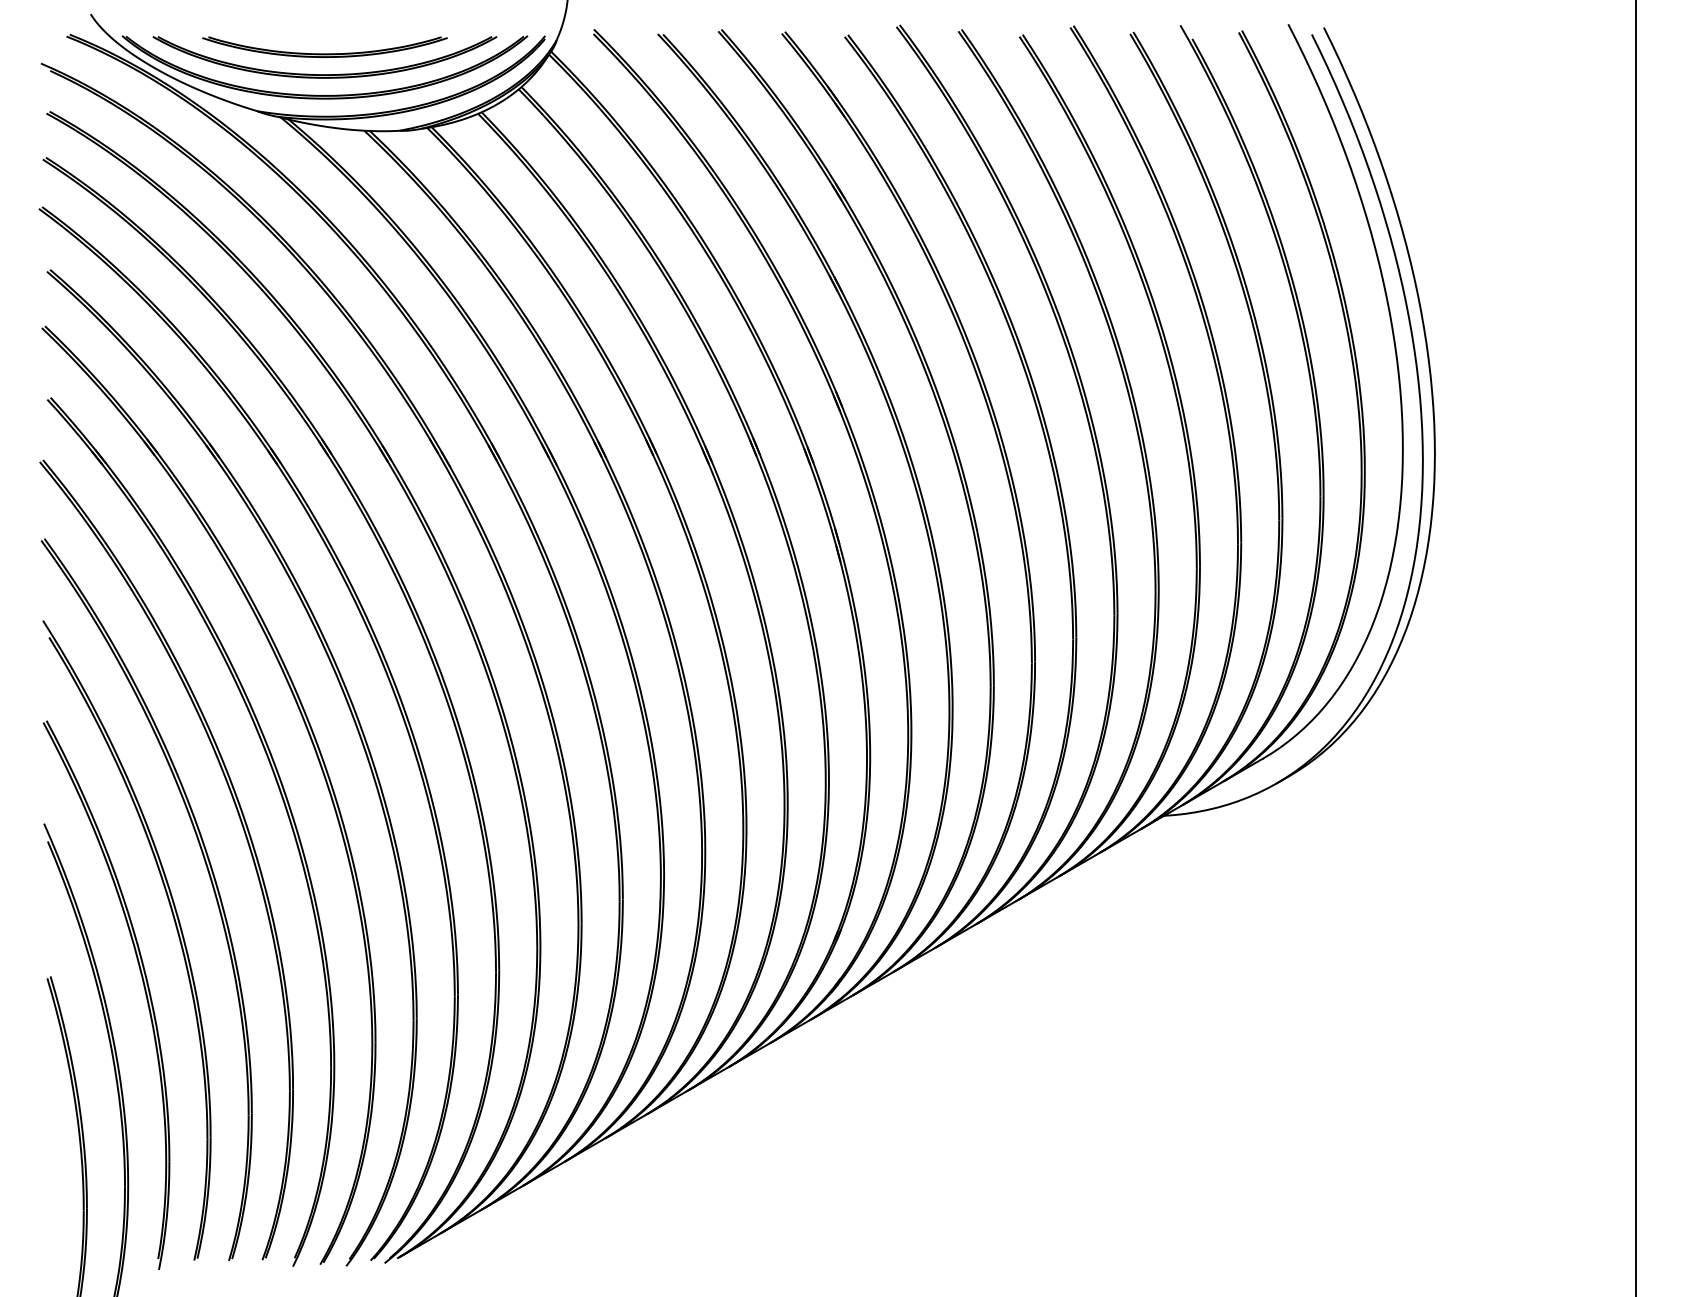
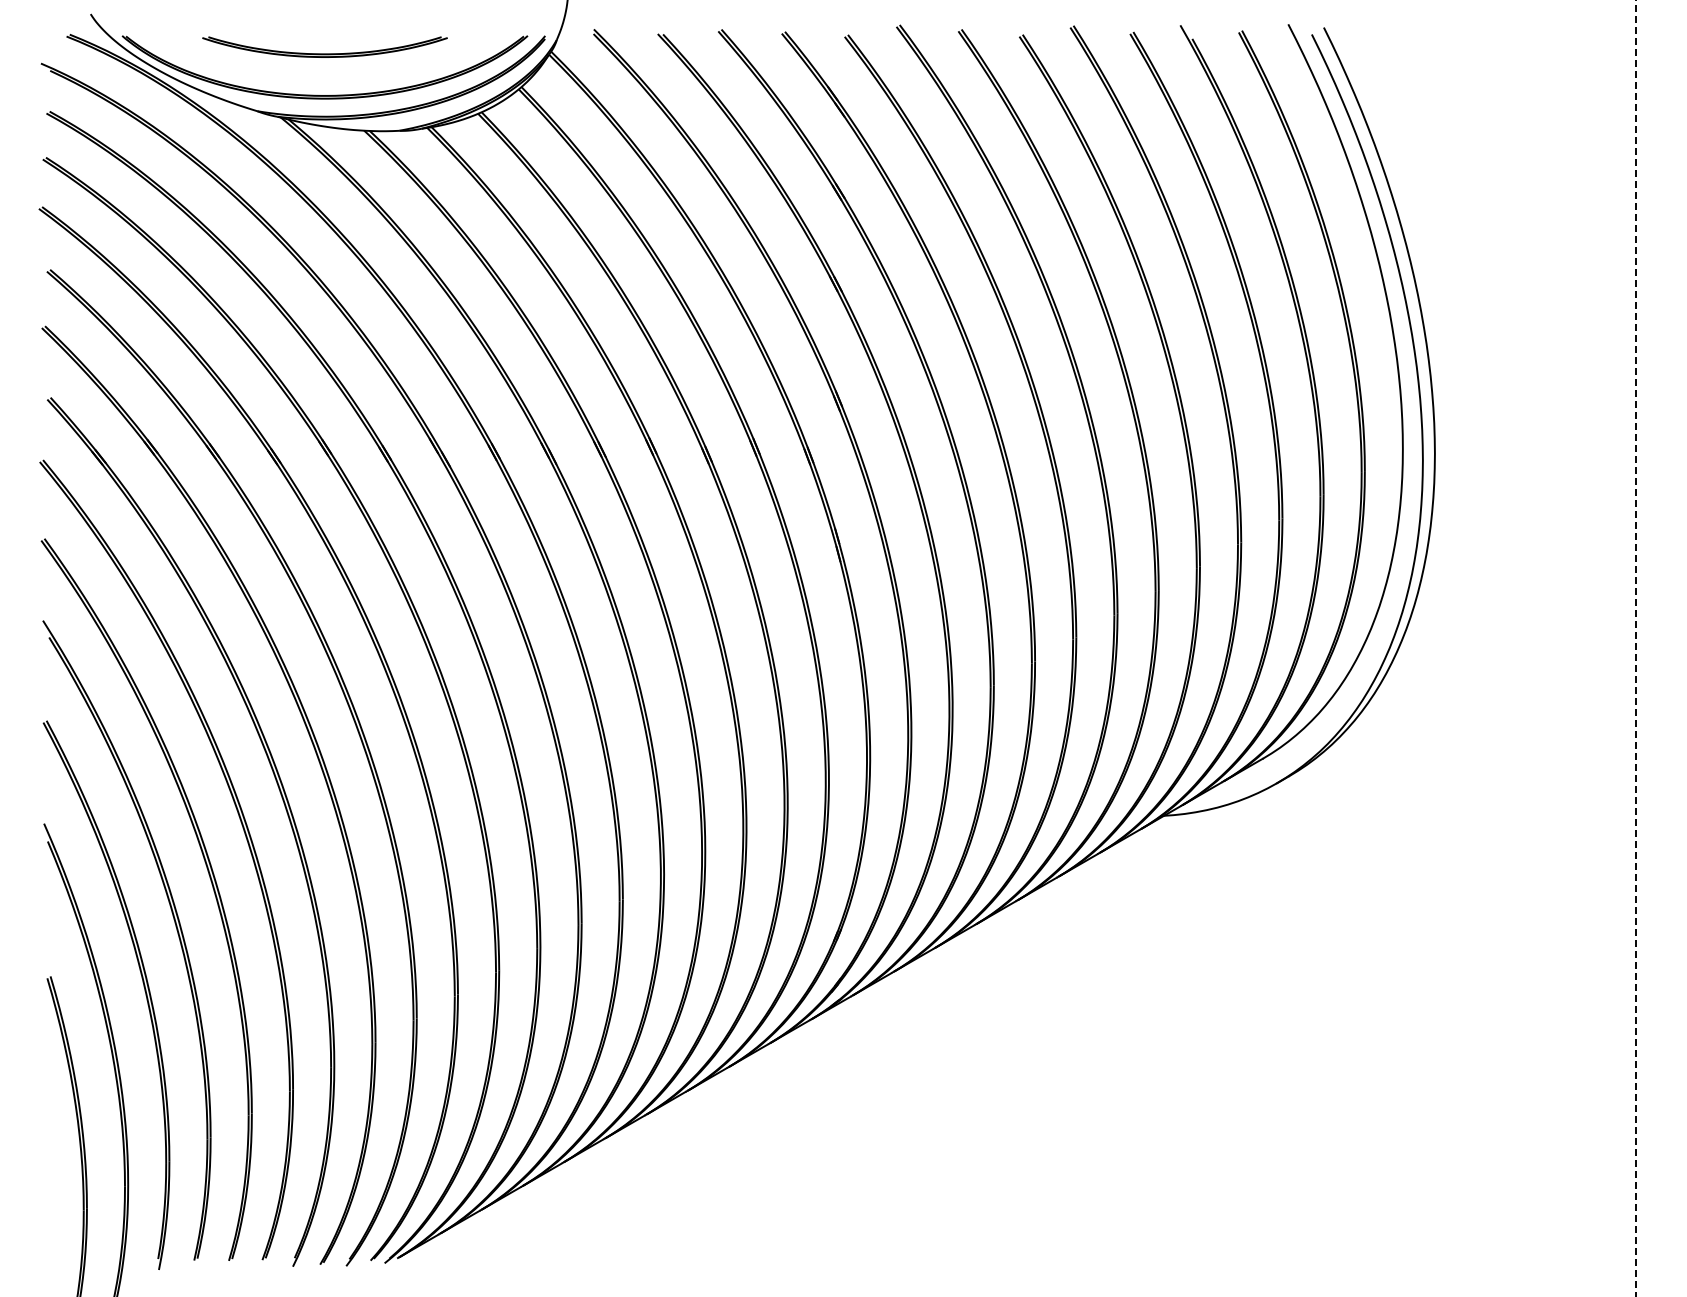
part at (324, 74): present -> none
line at (1636, 649): solid -> dashed
